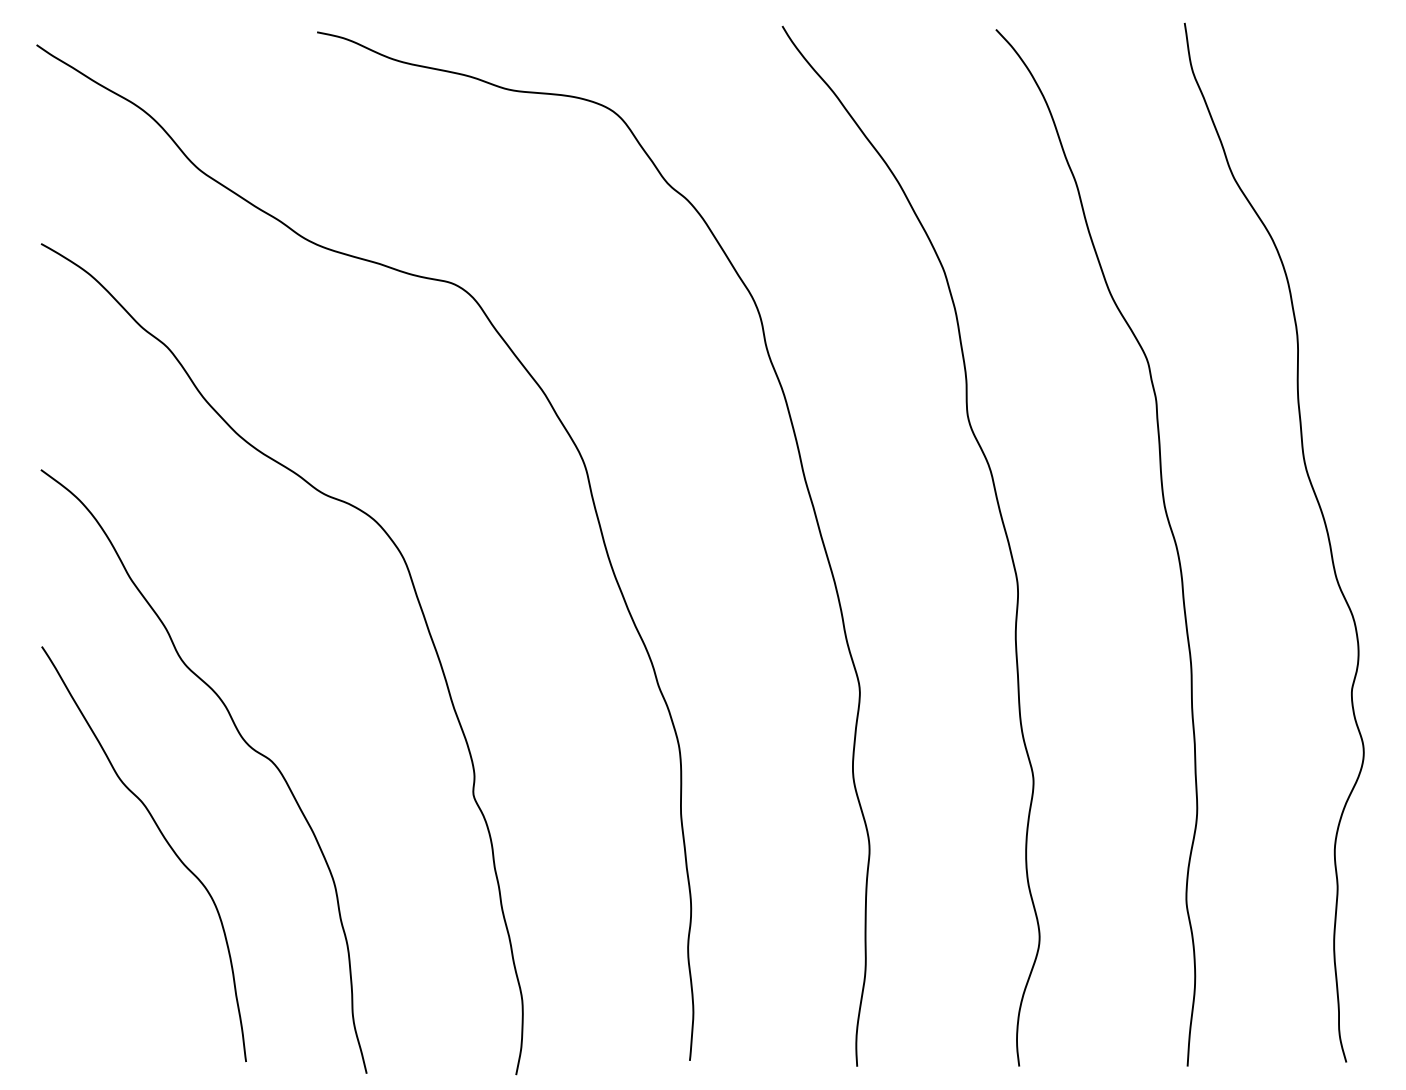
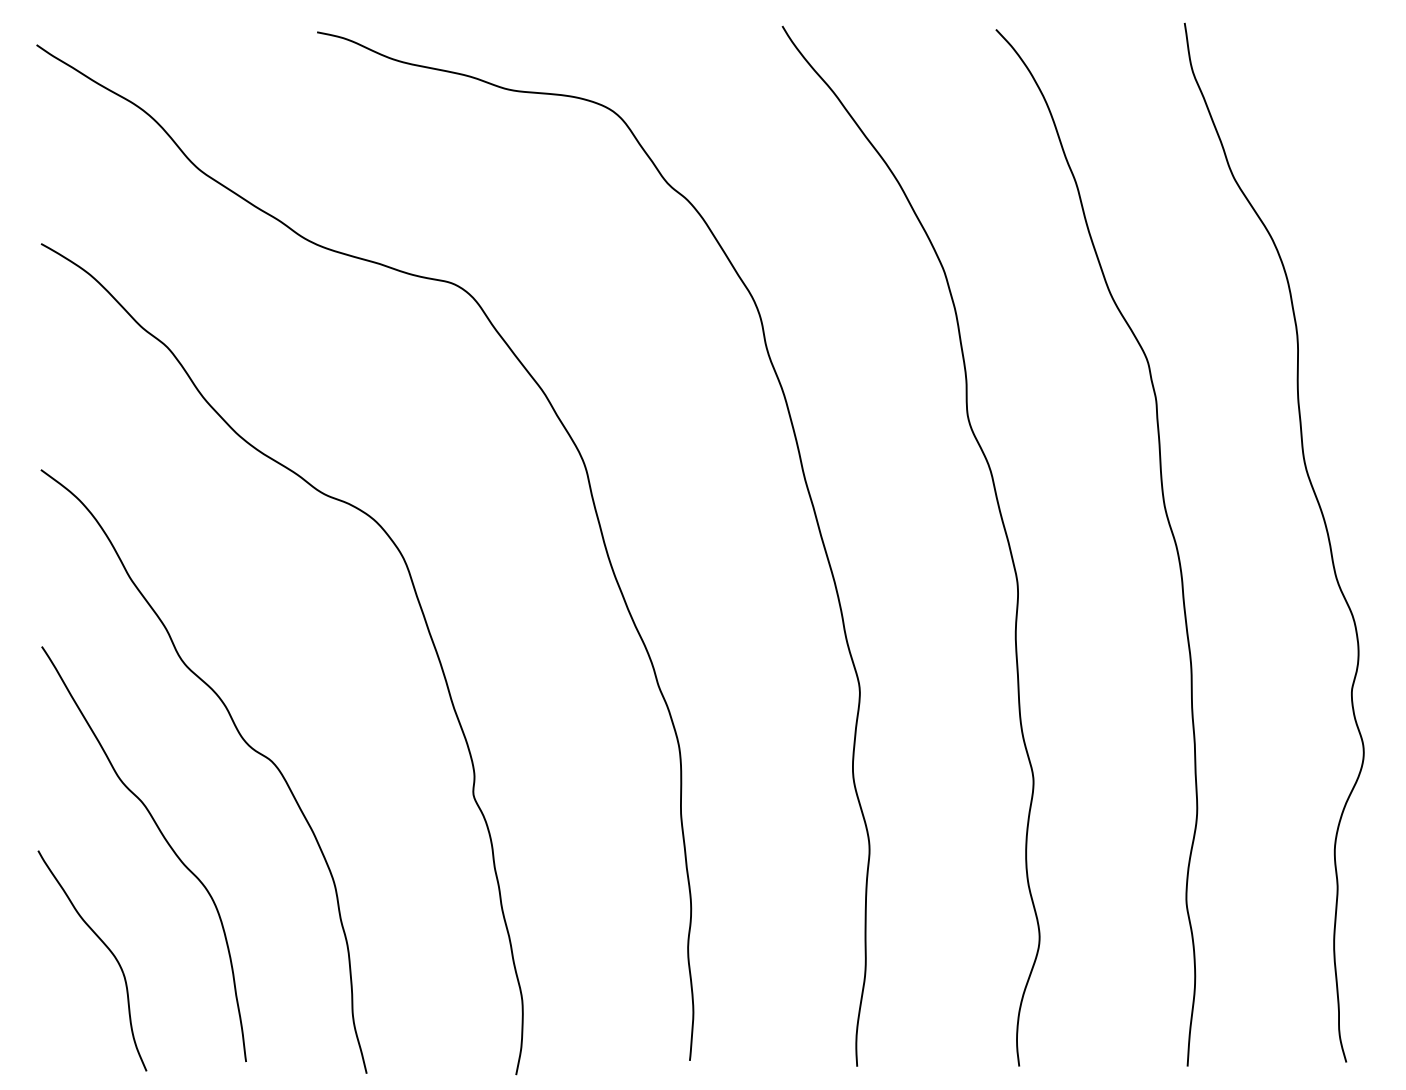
part at (108, 950): none -> present
